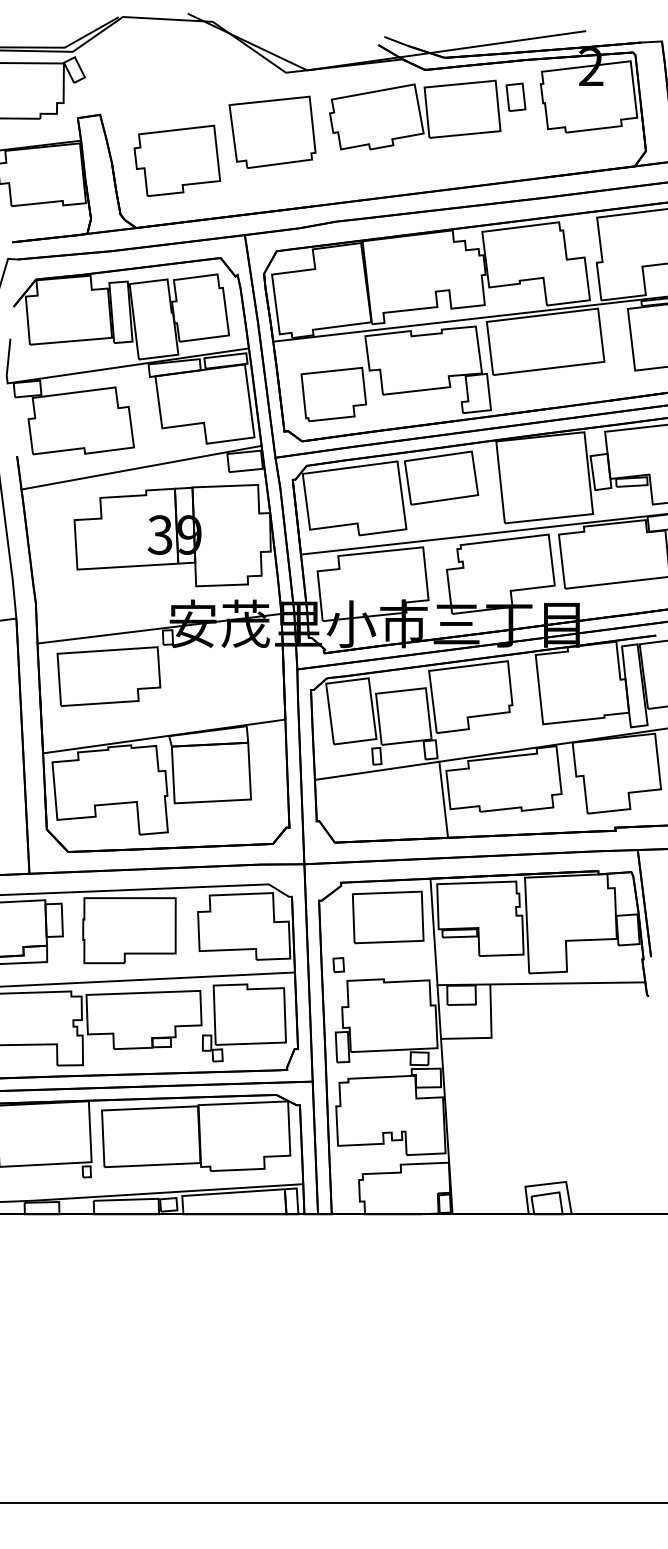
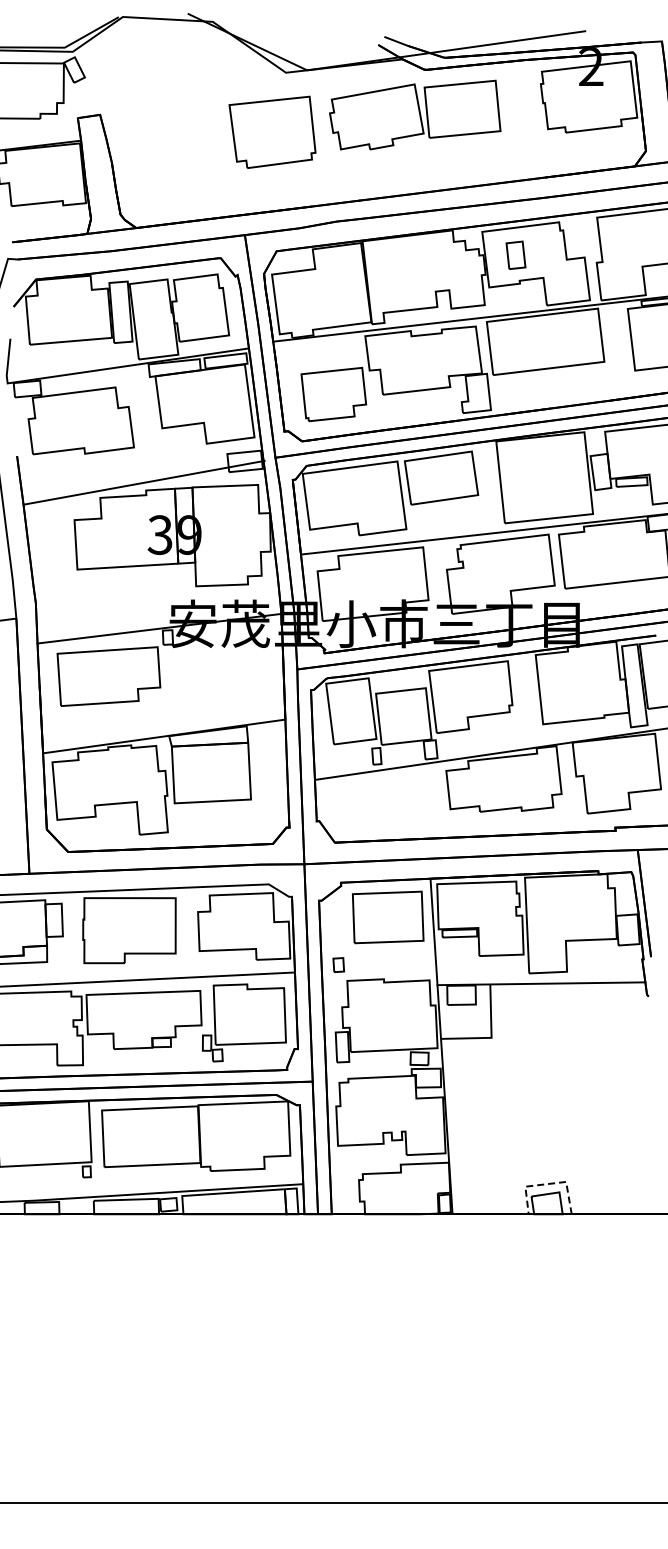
part at (515, 96) position: (515, 96) -> (515, 254)
part at (177, 160): present -> none
line at (141, 467) position: (141, 467) -> (144, 482)
line at (443, 799): present -> none
line at (547, 1184): solid -> dashed
